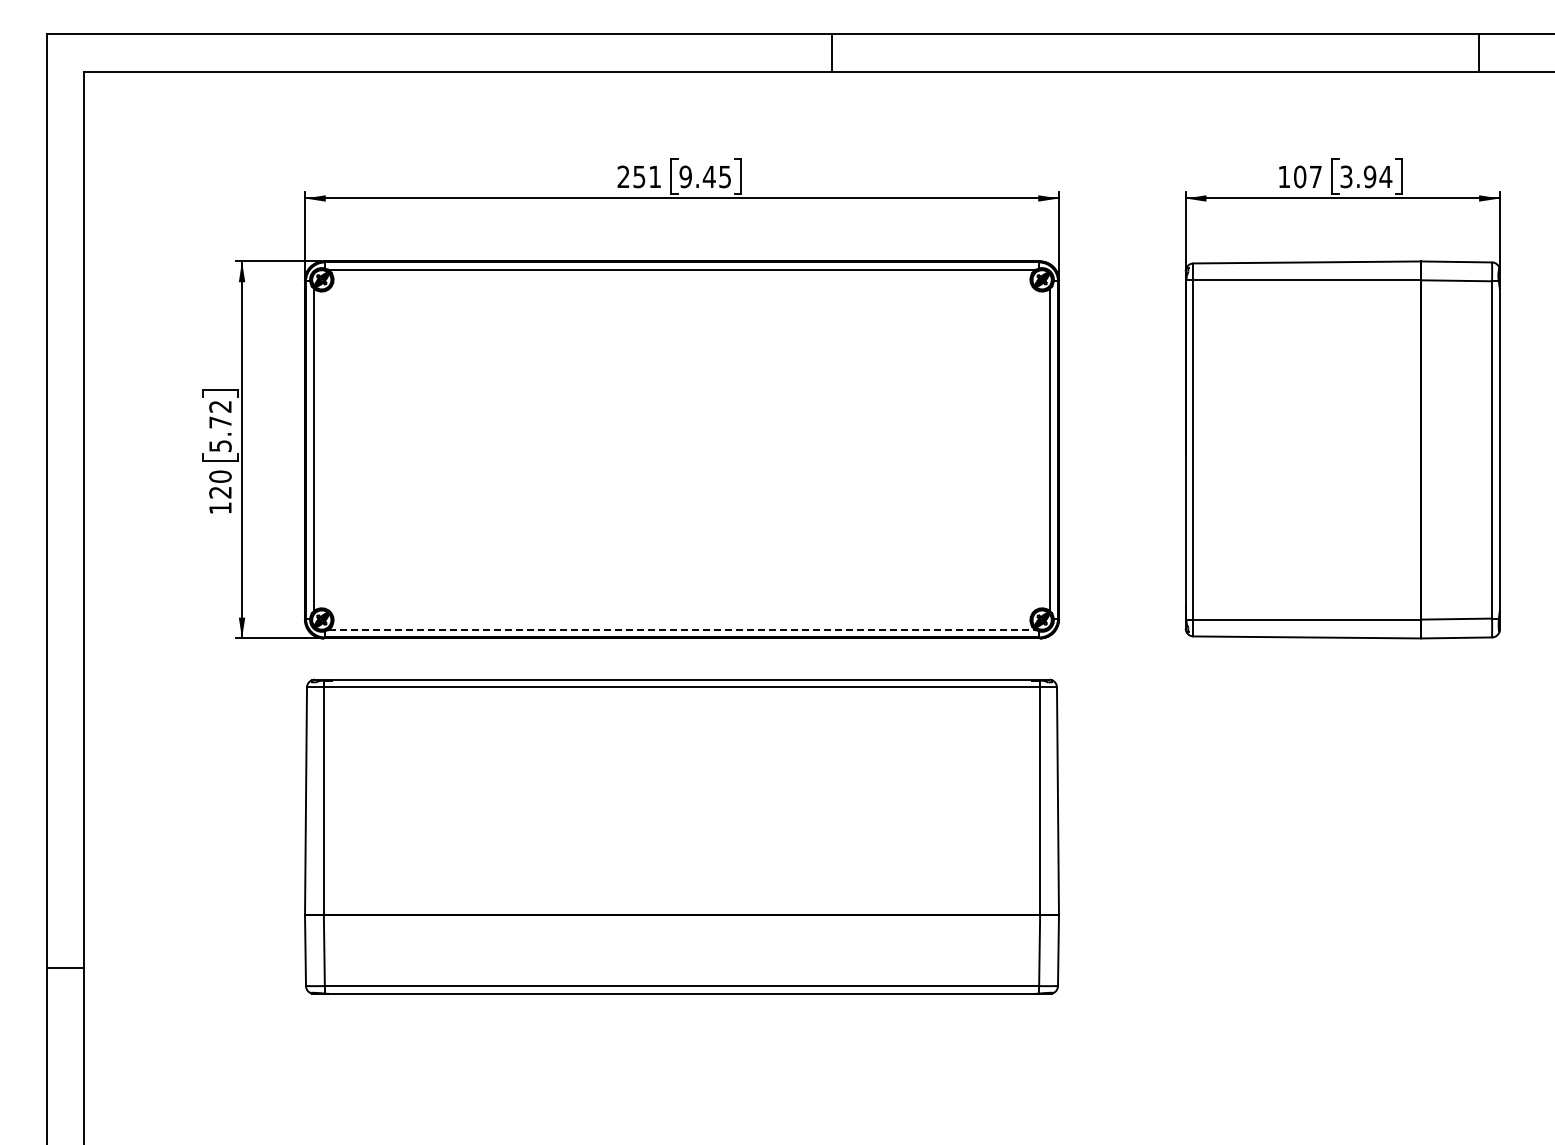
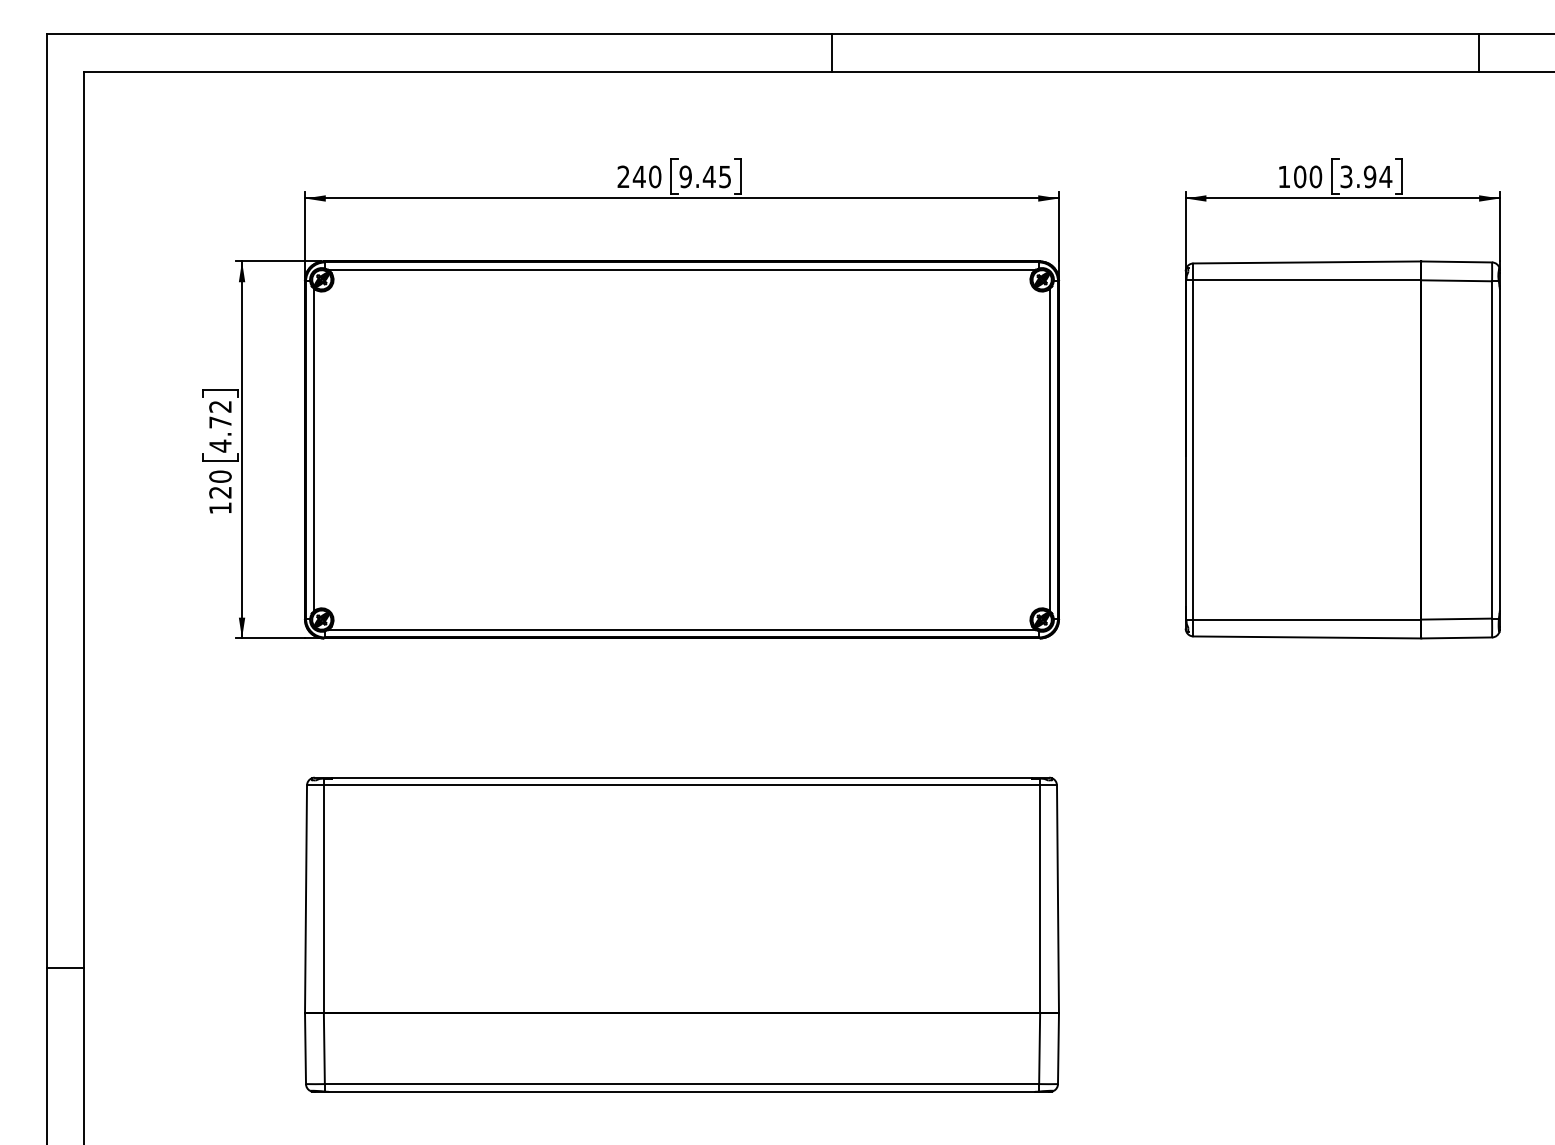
text at (646, 176): 251 -> 240
text at (1315, 176): 107 -> 100
text at (220, 445): 5.72 -> 4.72
line at (682, 629): dashed -> solid
part at (681, 836) position: (681, 836) -> (681, 934)
